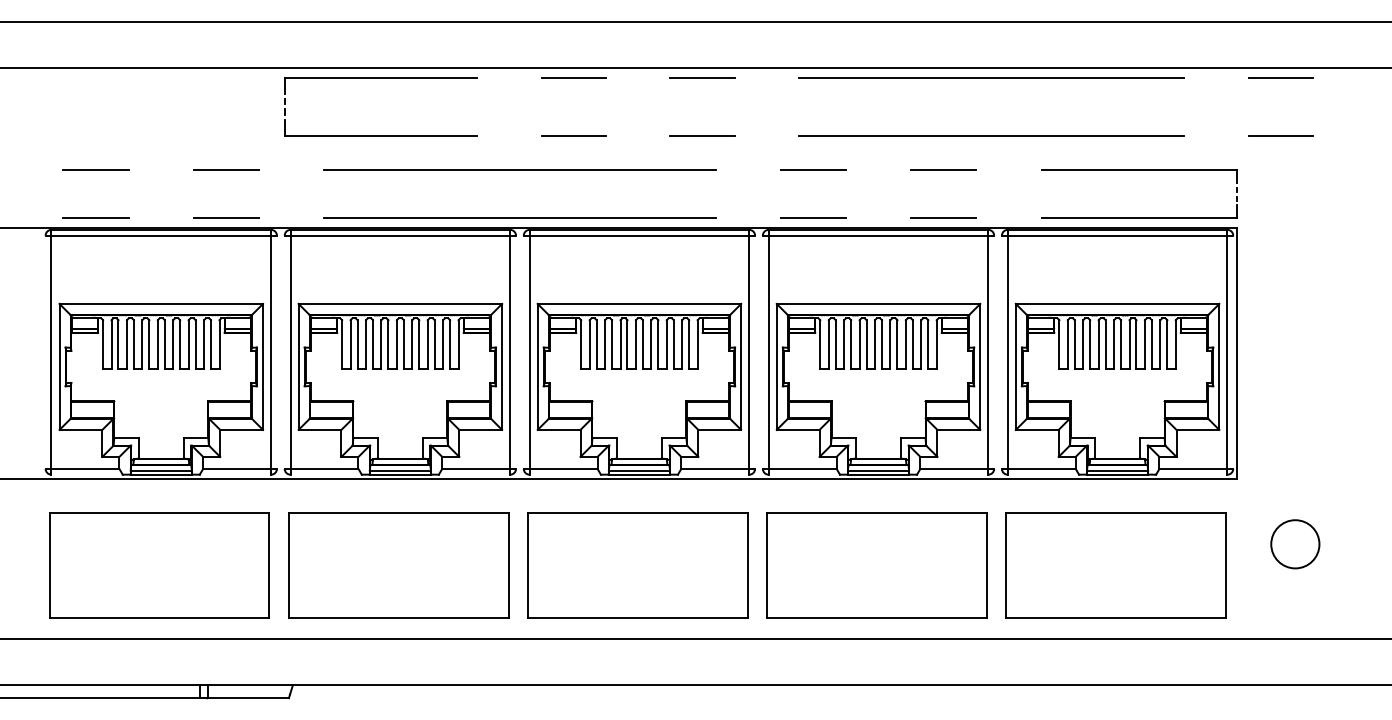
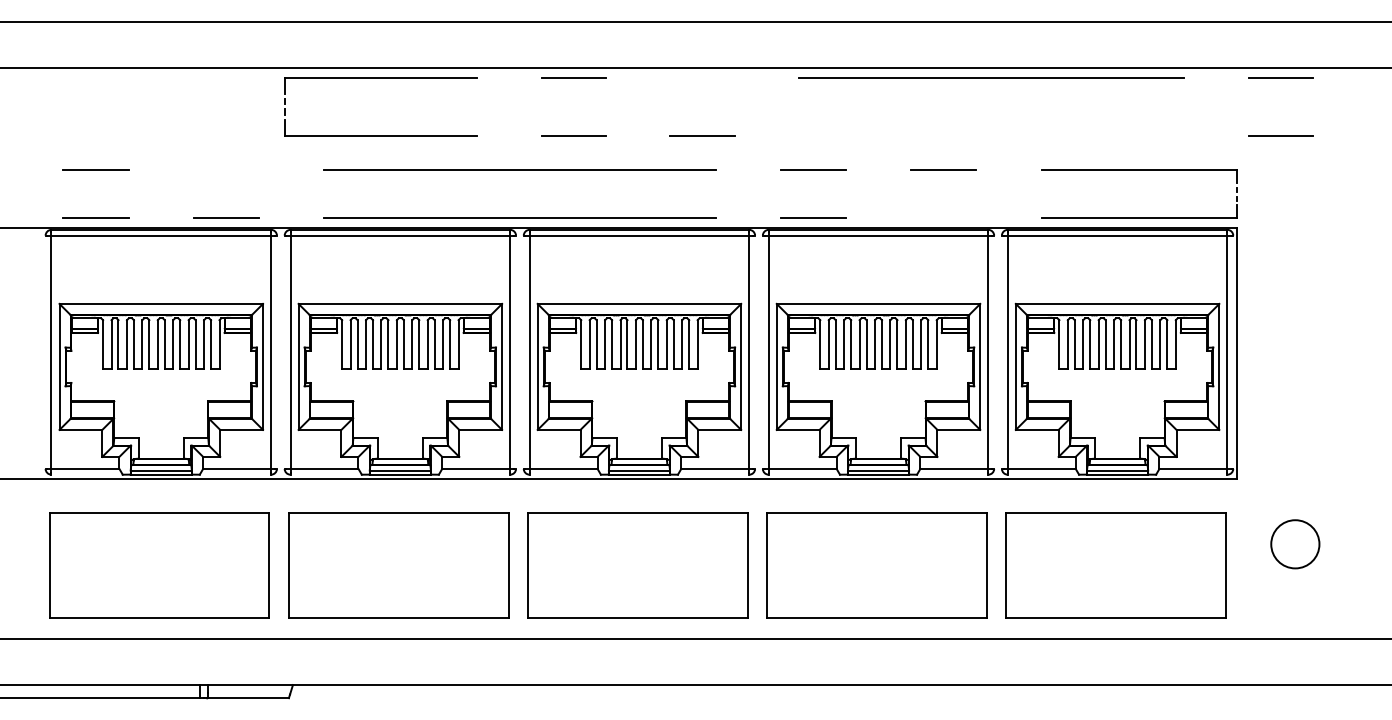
line at (702, 77): present -> none
line at (991, 135): present -> none
line at (226, 170): present -> none
line at (943, 218): present -> none
